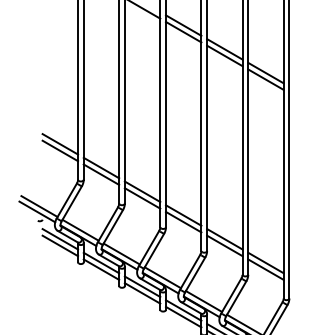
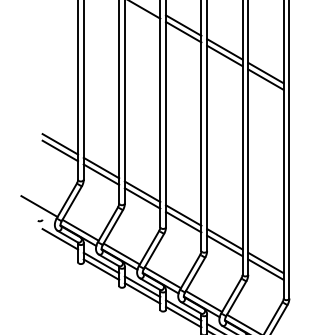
line at (37, 211): present -> none
line at (60, 245): present -> none
